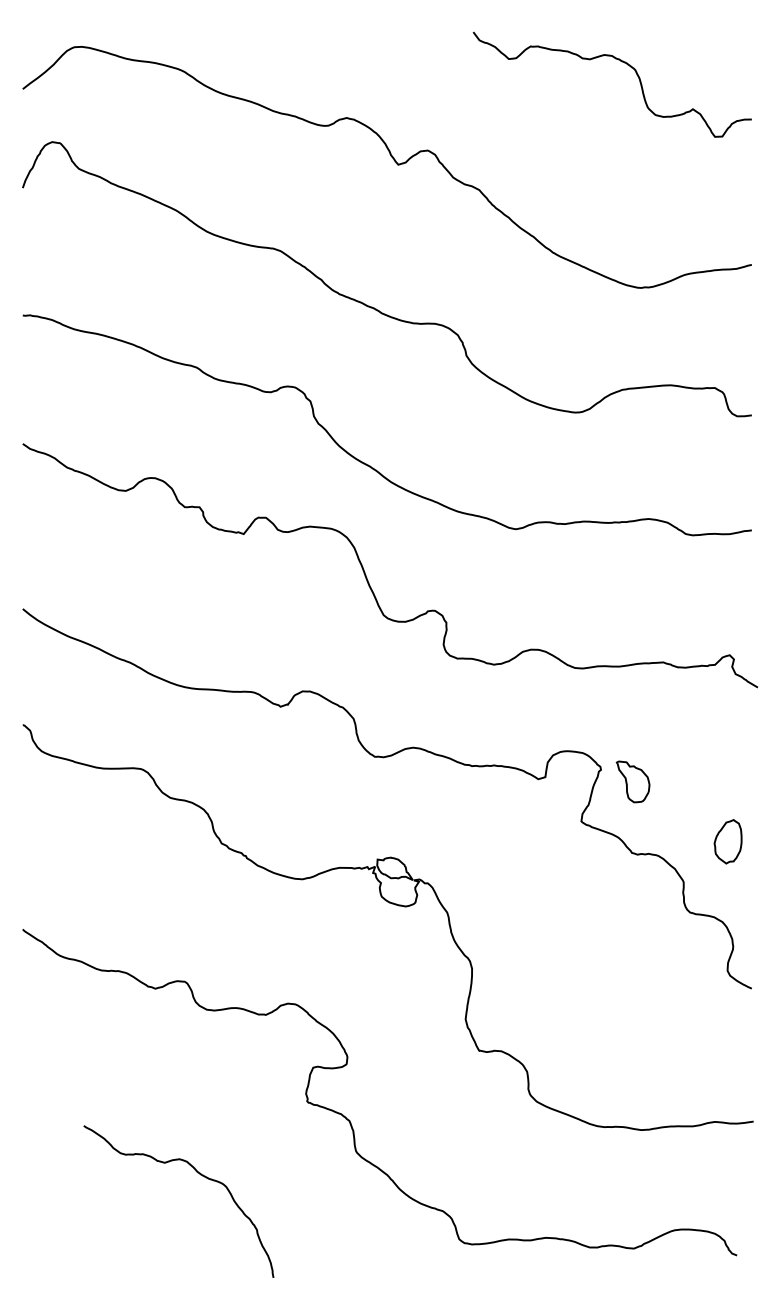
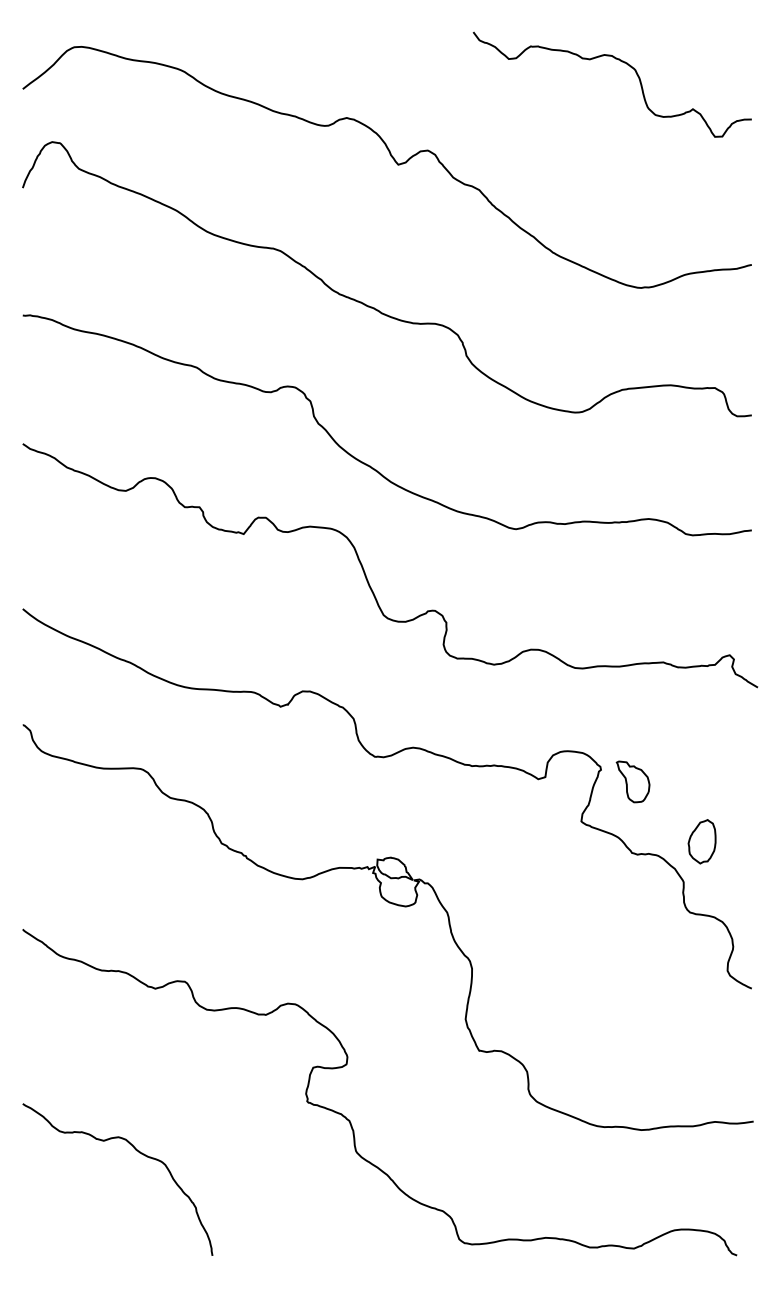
part at (727, 841) position: (727, 841) -> (701, 841)
curve at (200, 1175) position: (200, 1175) -> (139, 1153)
